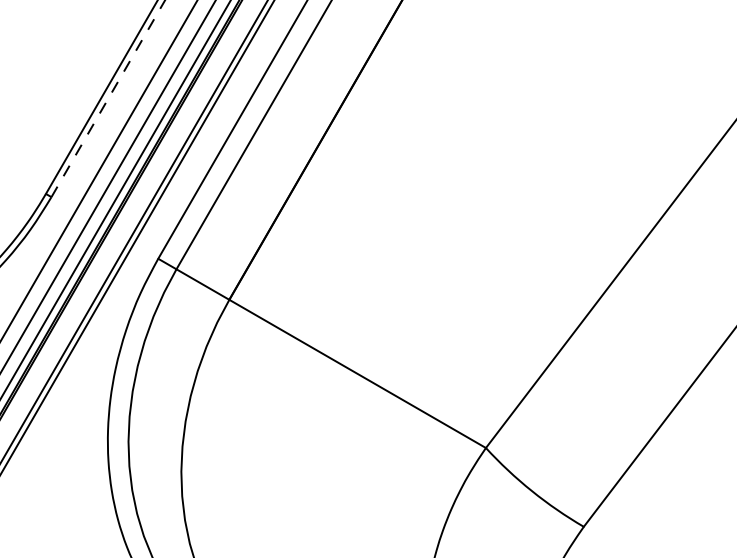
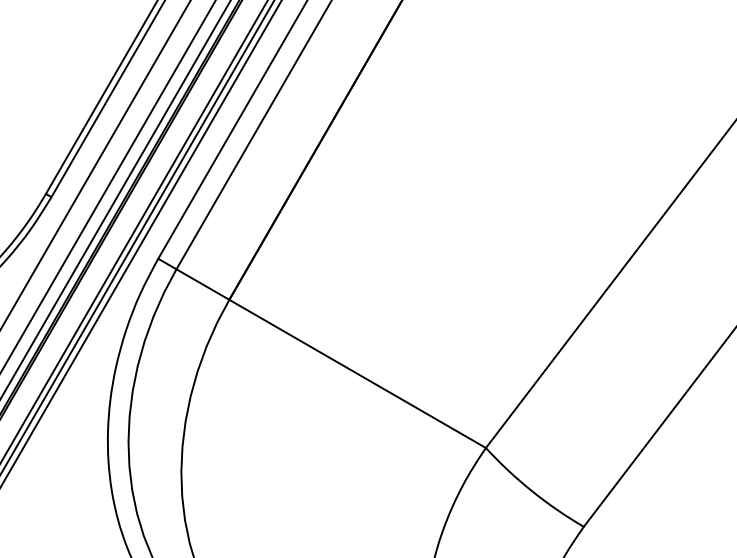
line at (108, 98): dashed -> solid
line at (99, 170) position: (99, 170) -> (95, 164)
line at (141, 243): none -> present
